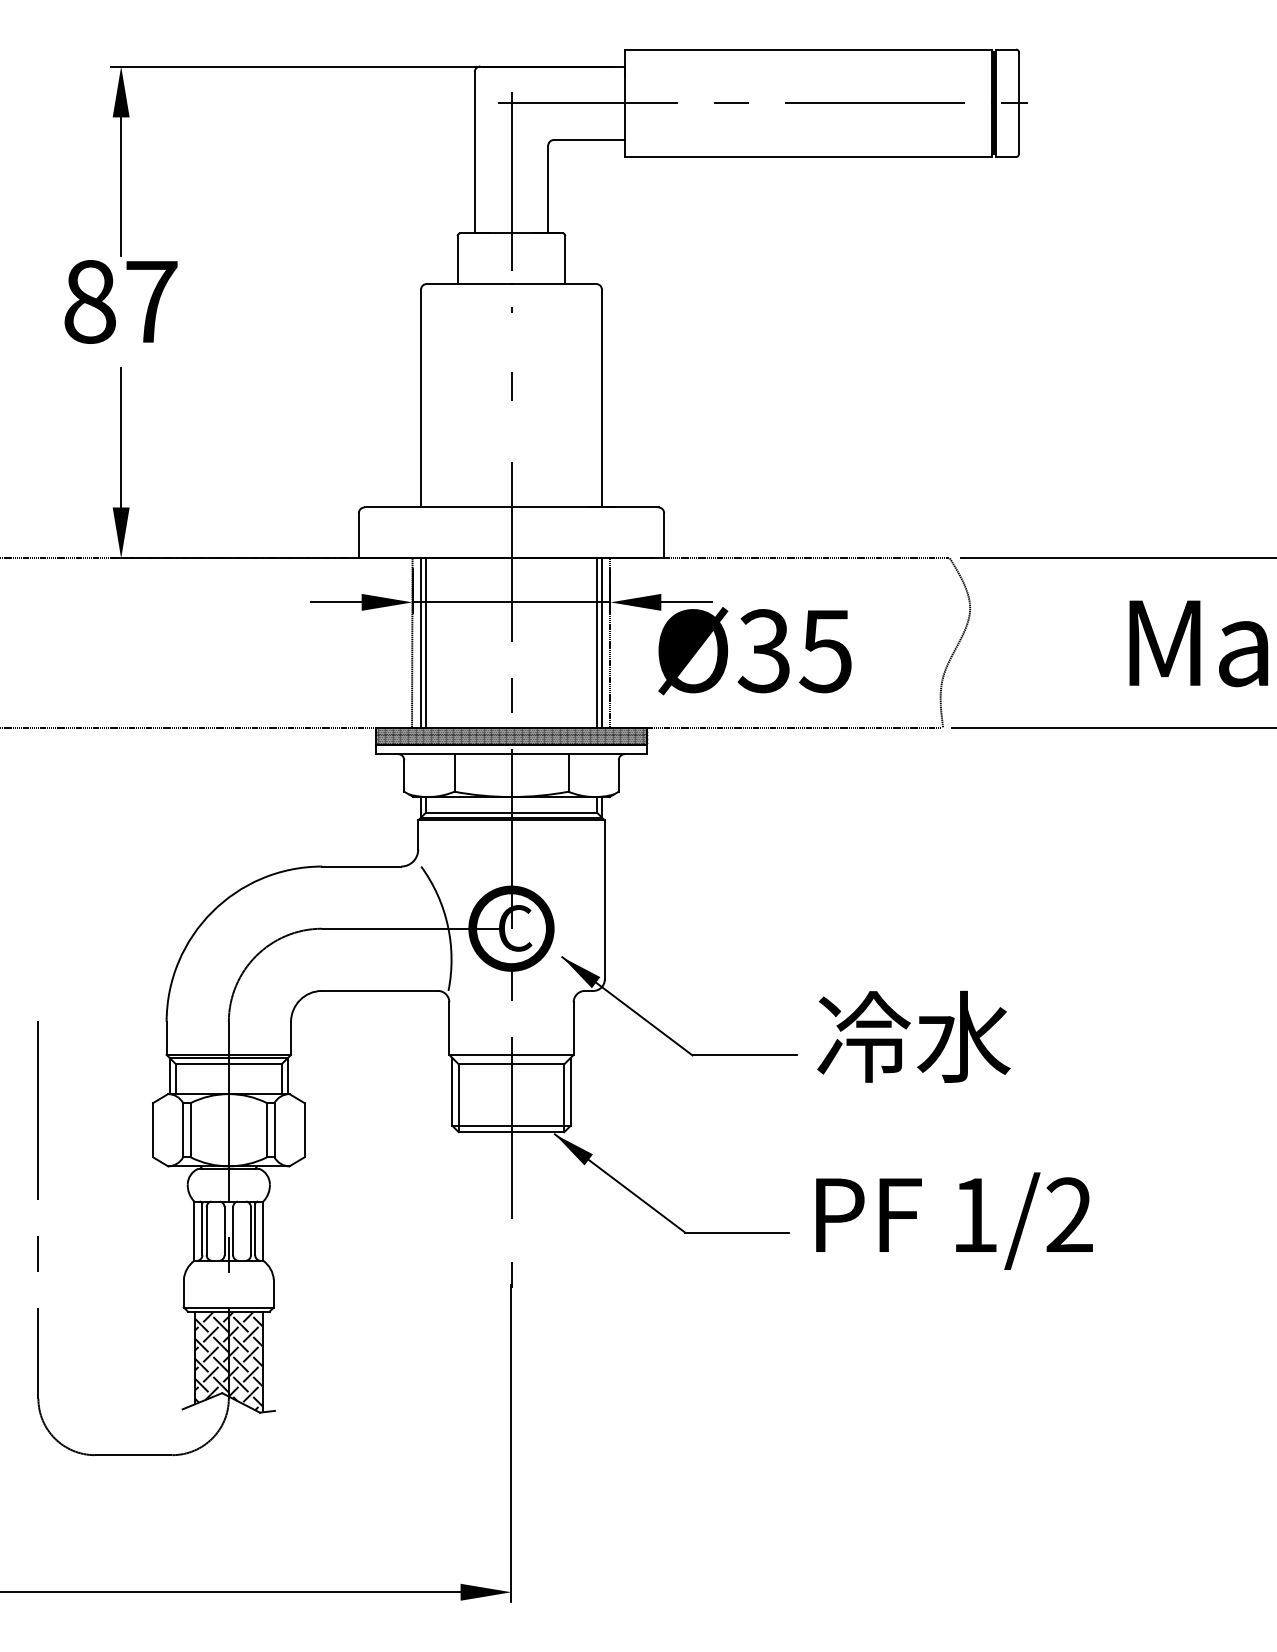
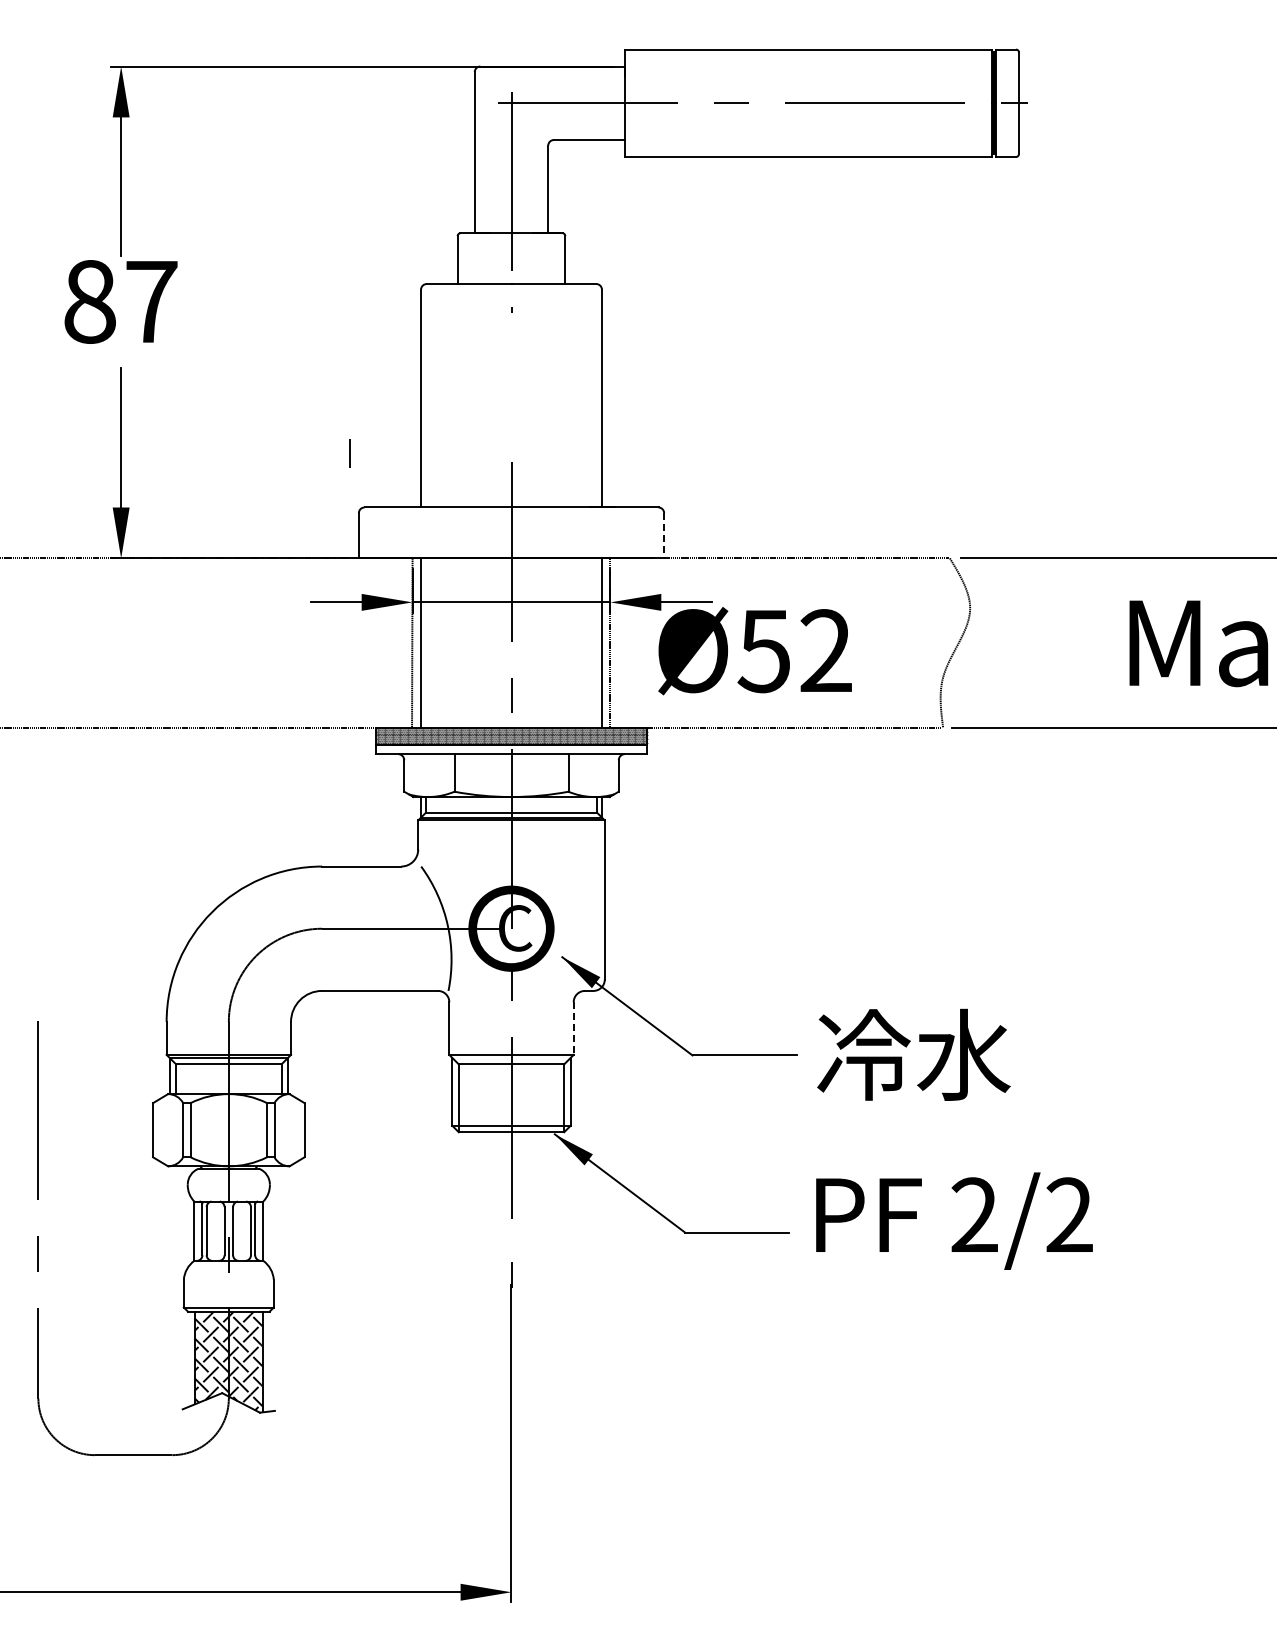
line at (511, 386) position: (511, 386) -> (349, 453)
line at (664, 535): solid -> dashed
line at (425, 642): present -> none
line at (597, 642): present -> none
text at (794, 651): Ø35 -> Ø52
line at (573, 1029): solid -> dashed
text at (913, 1036) position: (913, 1036) -> (913, 1054)
text at (974, 1214): 1/2 -> 2/2
